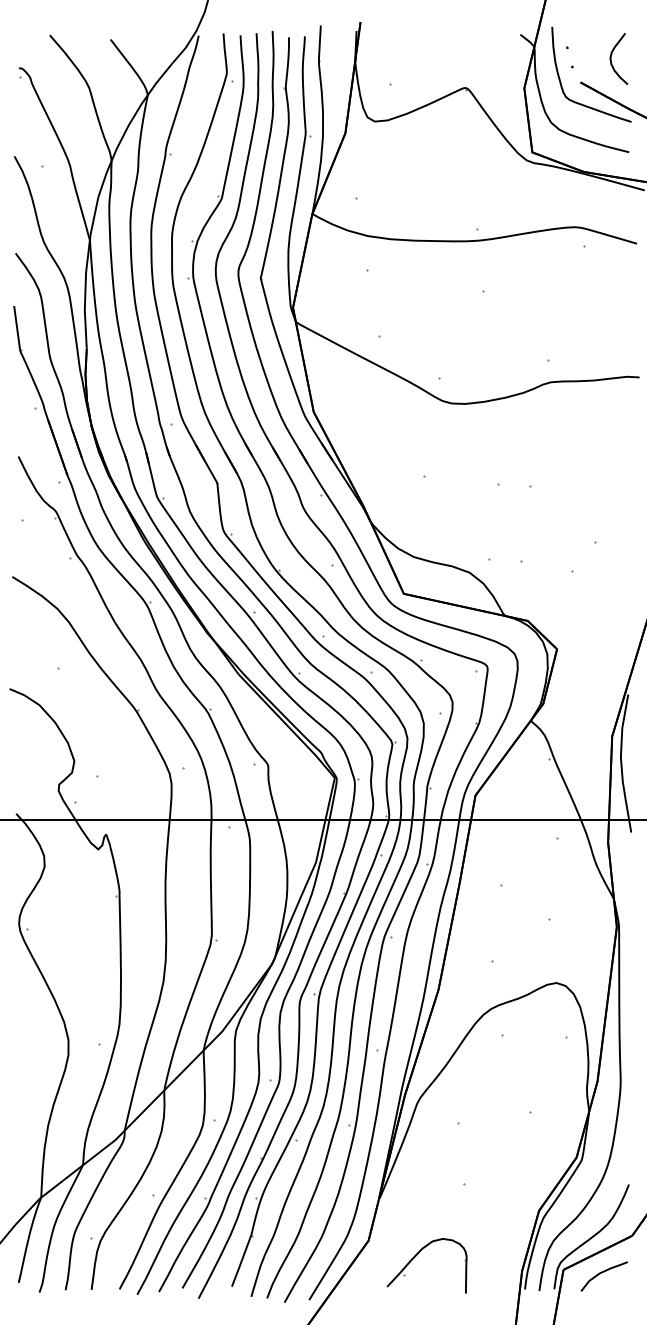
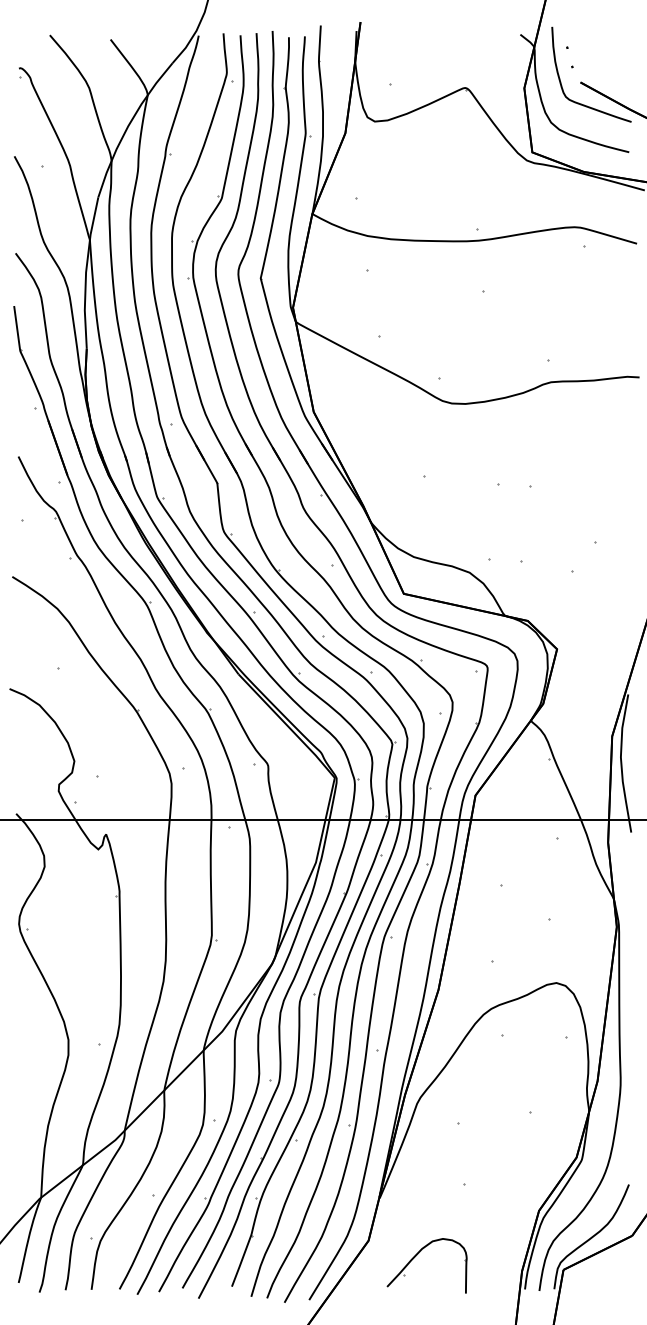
curve at (611, 58): present -> none
curve at (602, 1273): present -> none
